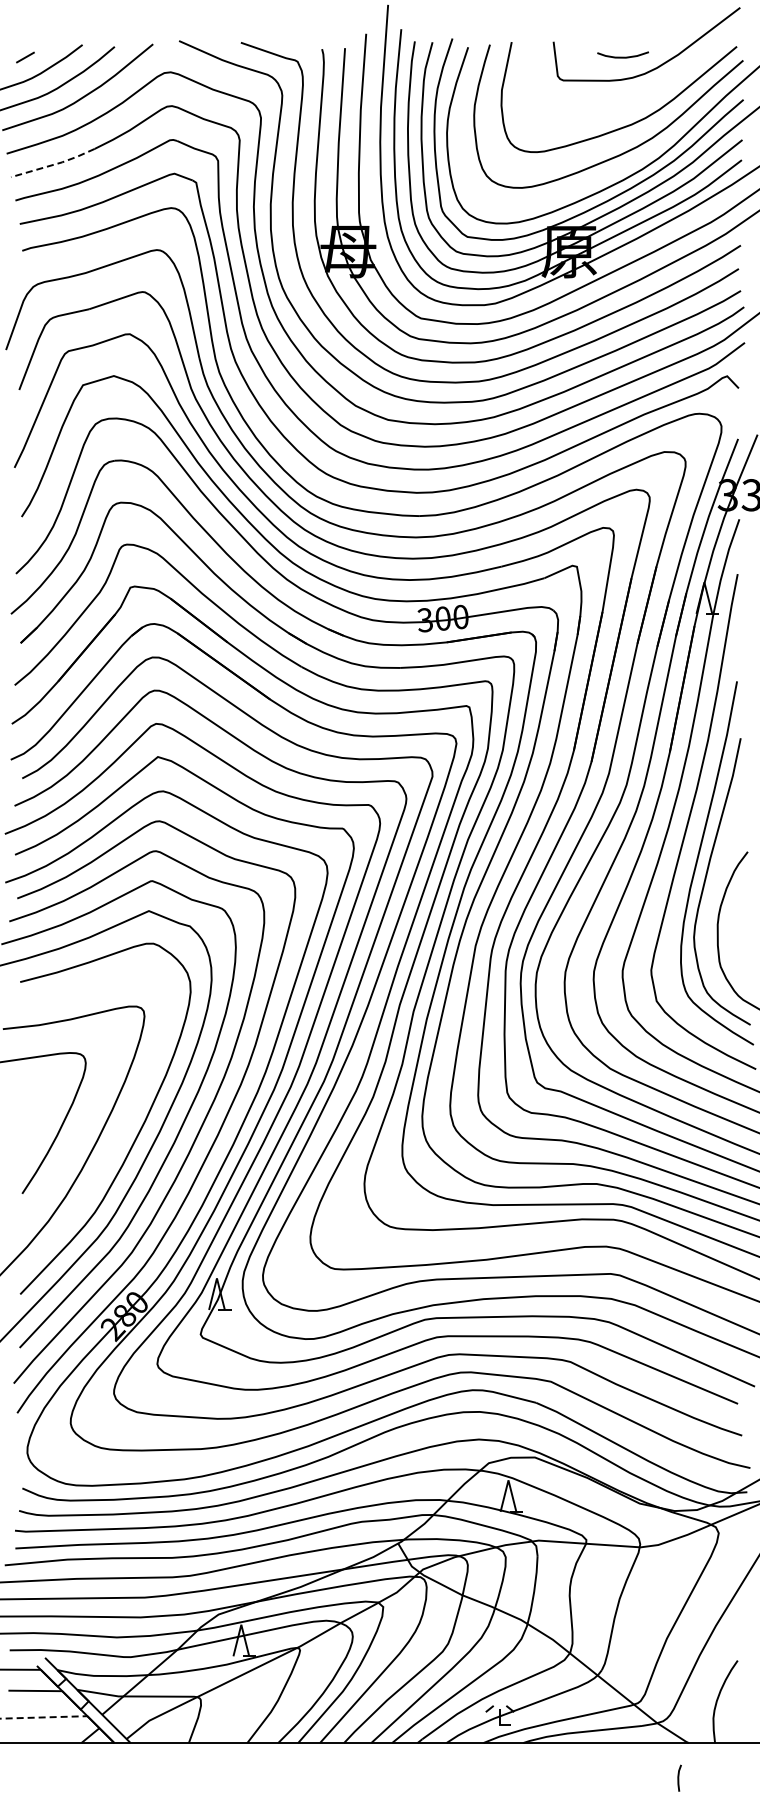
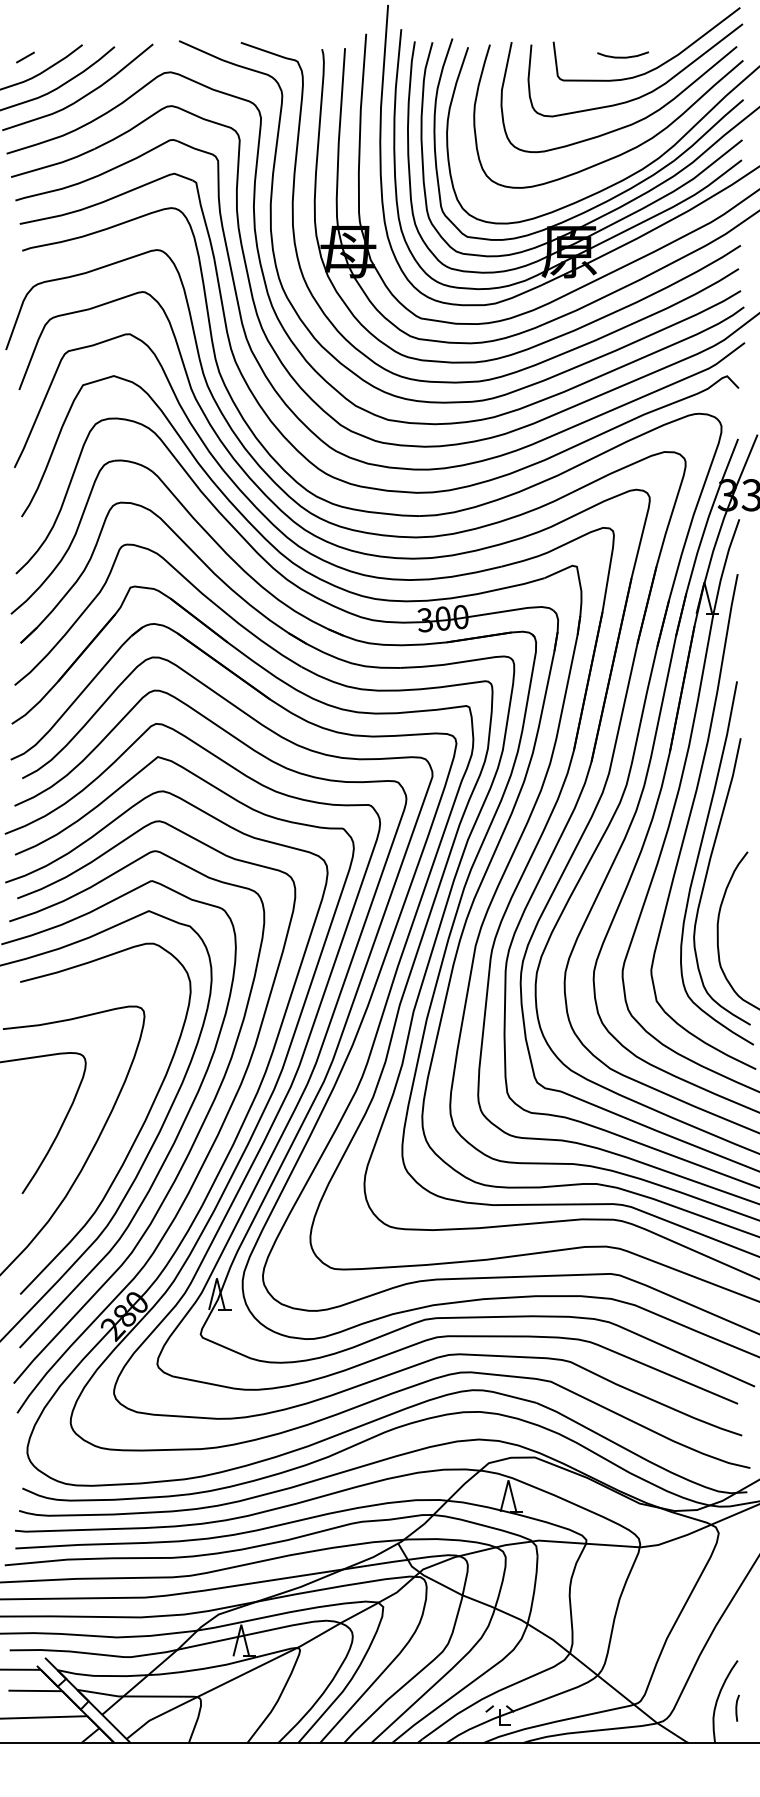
curve at (647, 92): none -> present
line at (54, 164): dashed -> solid
line at (44, 1717): dashed -> solid
line at (679, 1777) position: (679, 1777) -> (737, 1707)
